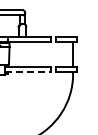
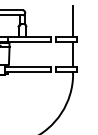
line at (73, 21): none -> present
line at (28, 72): dashed -> solid
